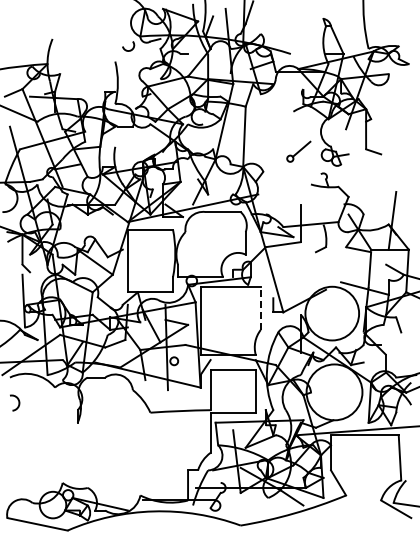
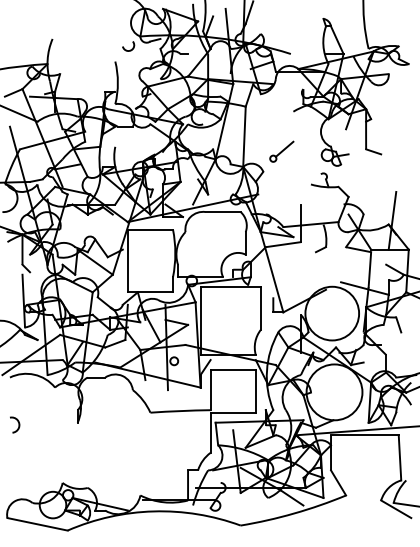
part at (298, 151) position: (298, 151) -> (281, 151)
line at (260, 308): dashed -> solid
arc at (17, 400) position: (17, 400) -> (17, 422)
